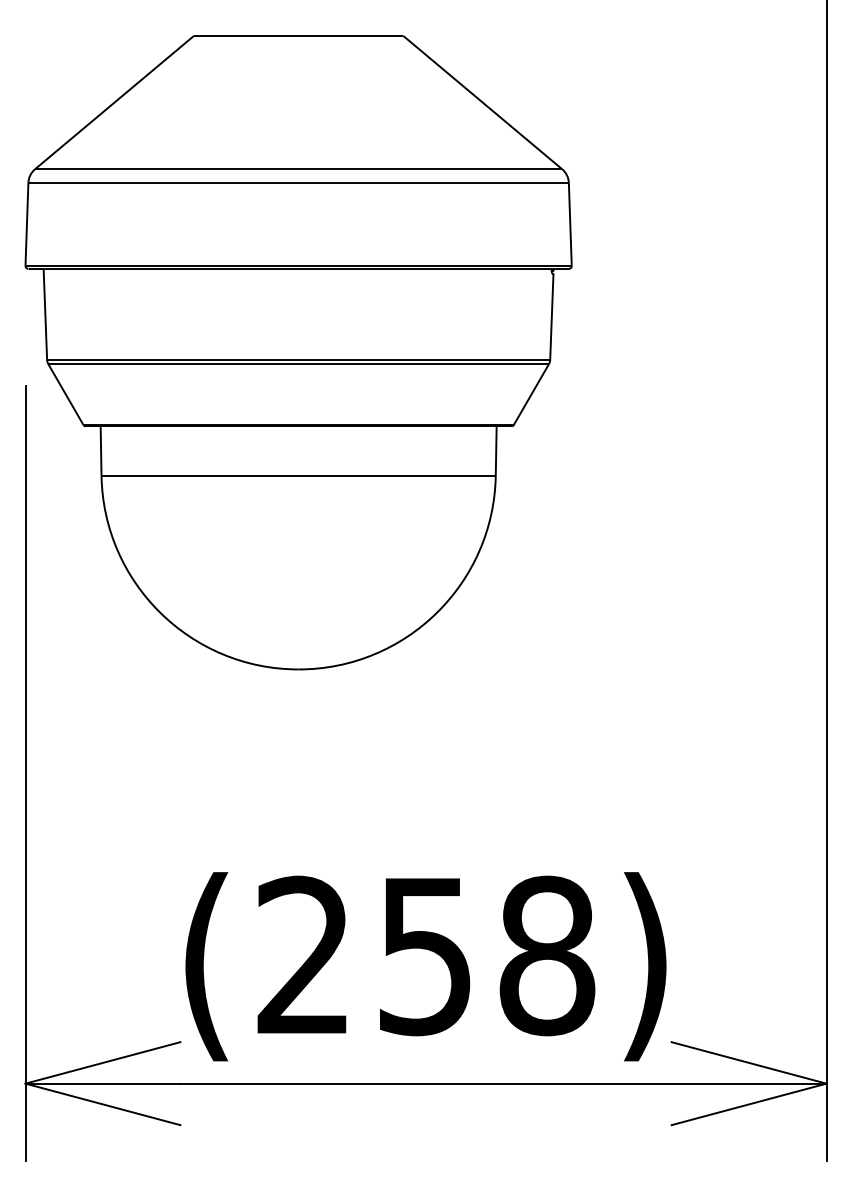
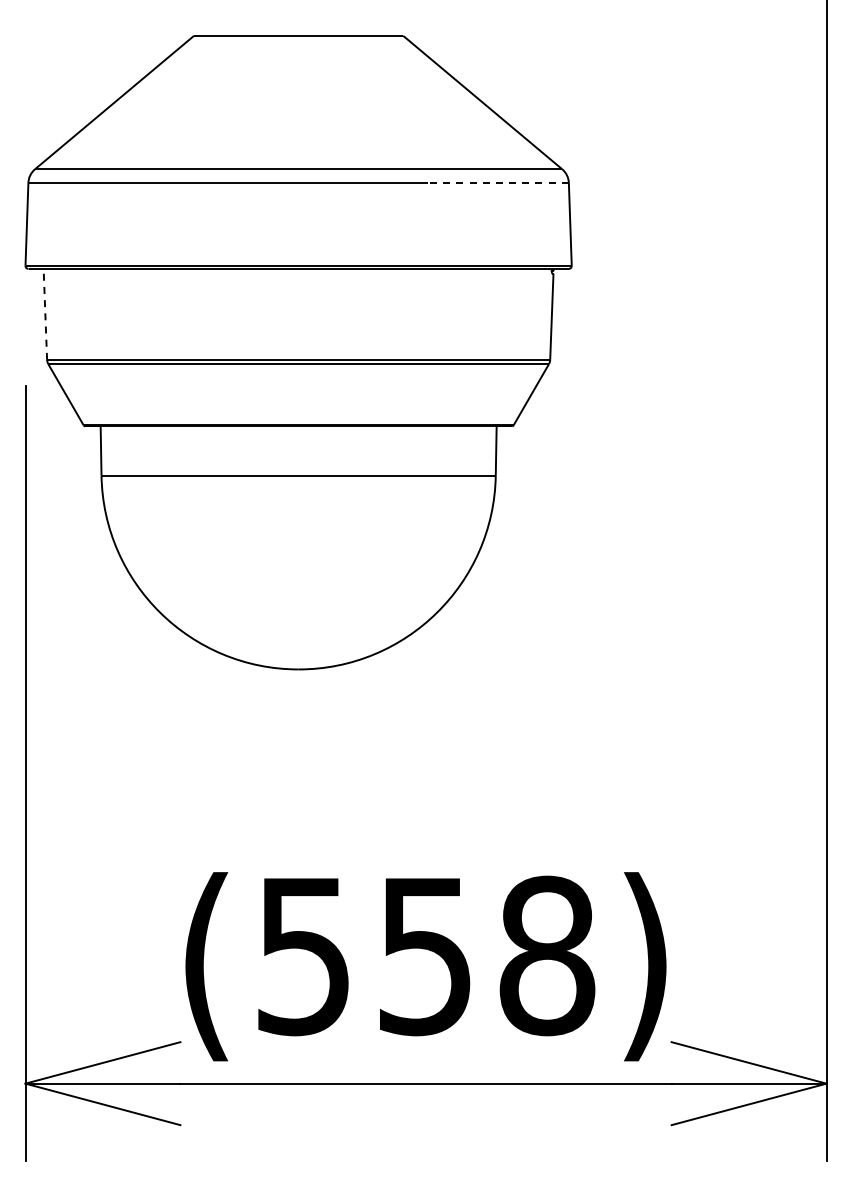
line at (498, 182): solid -> dashed
line at (45, 314): solid -> dashed
text at (302, 955): (258) -> (558)
